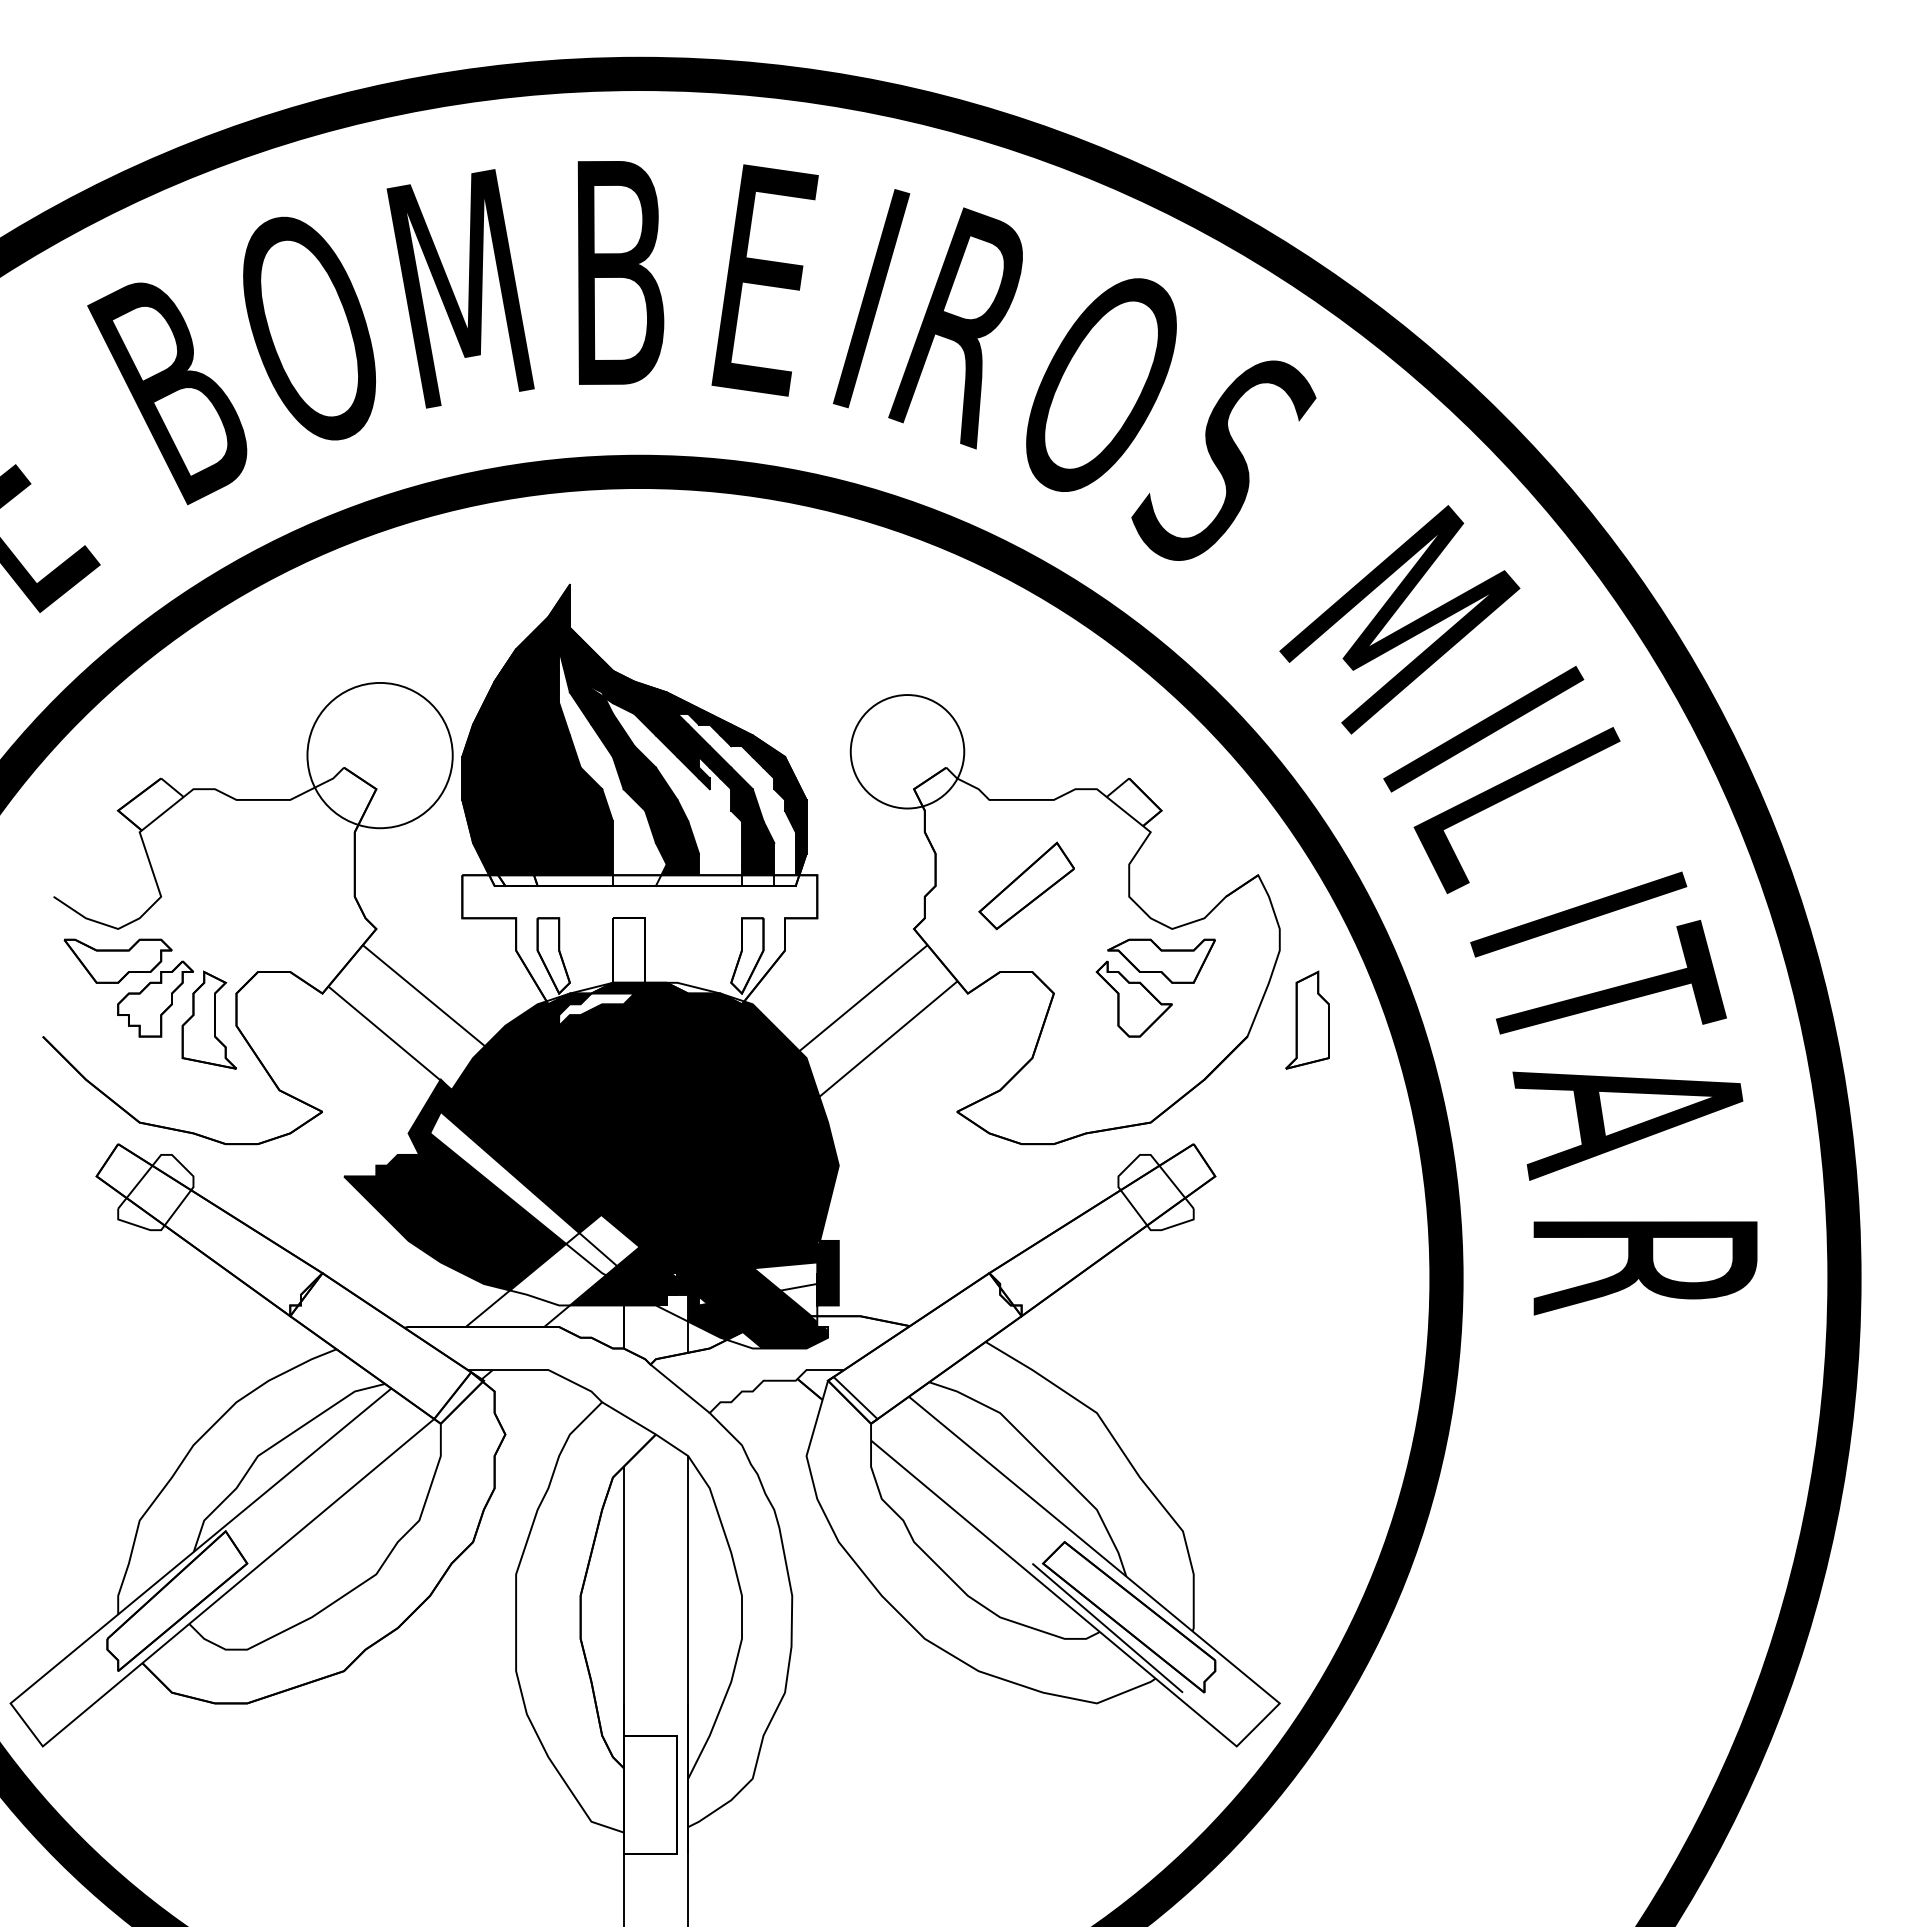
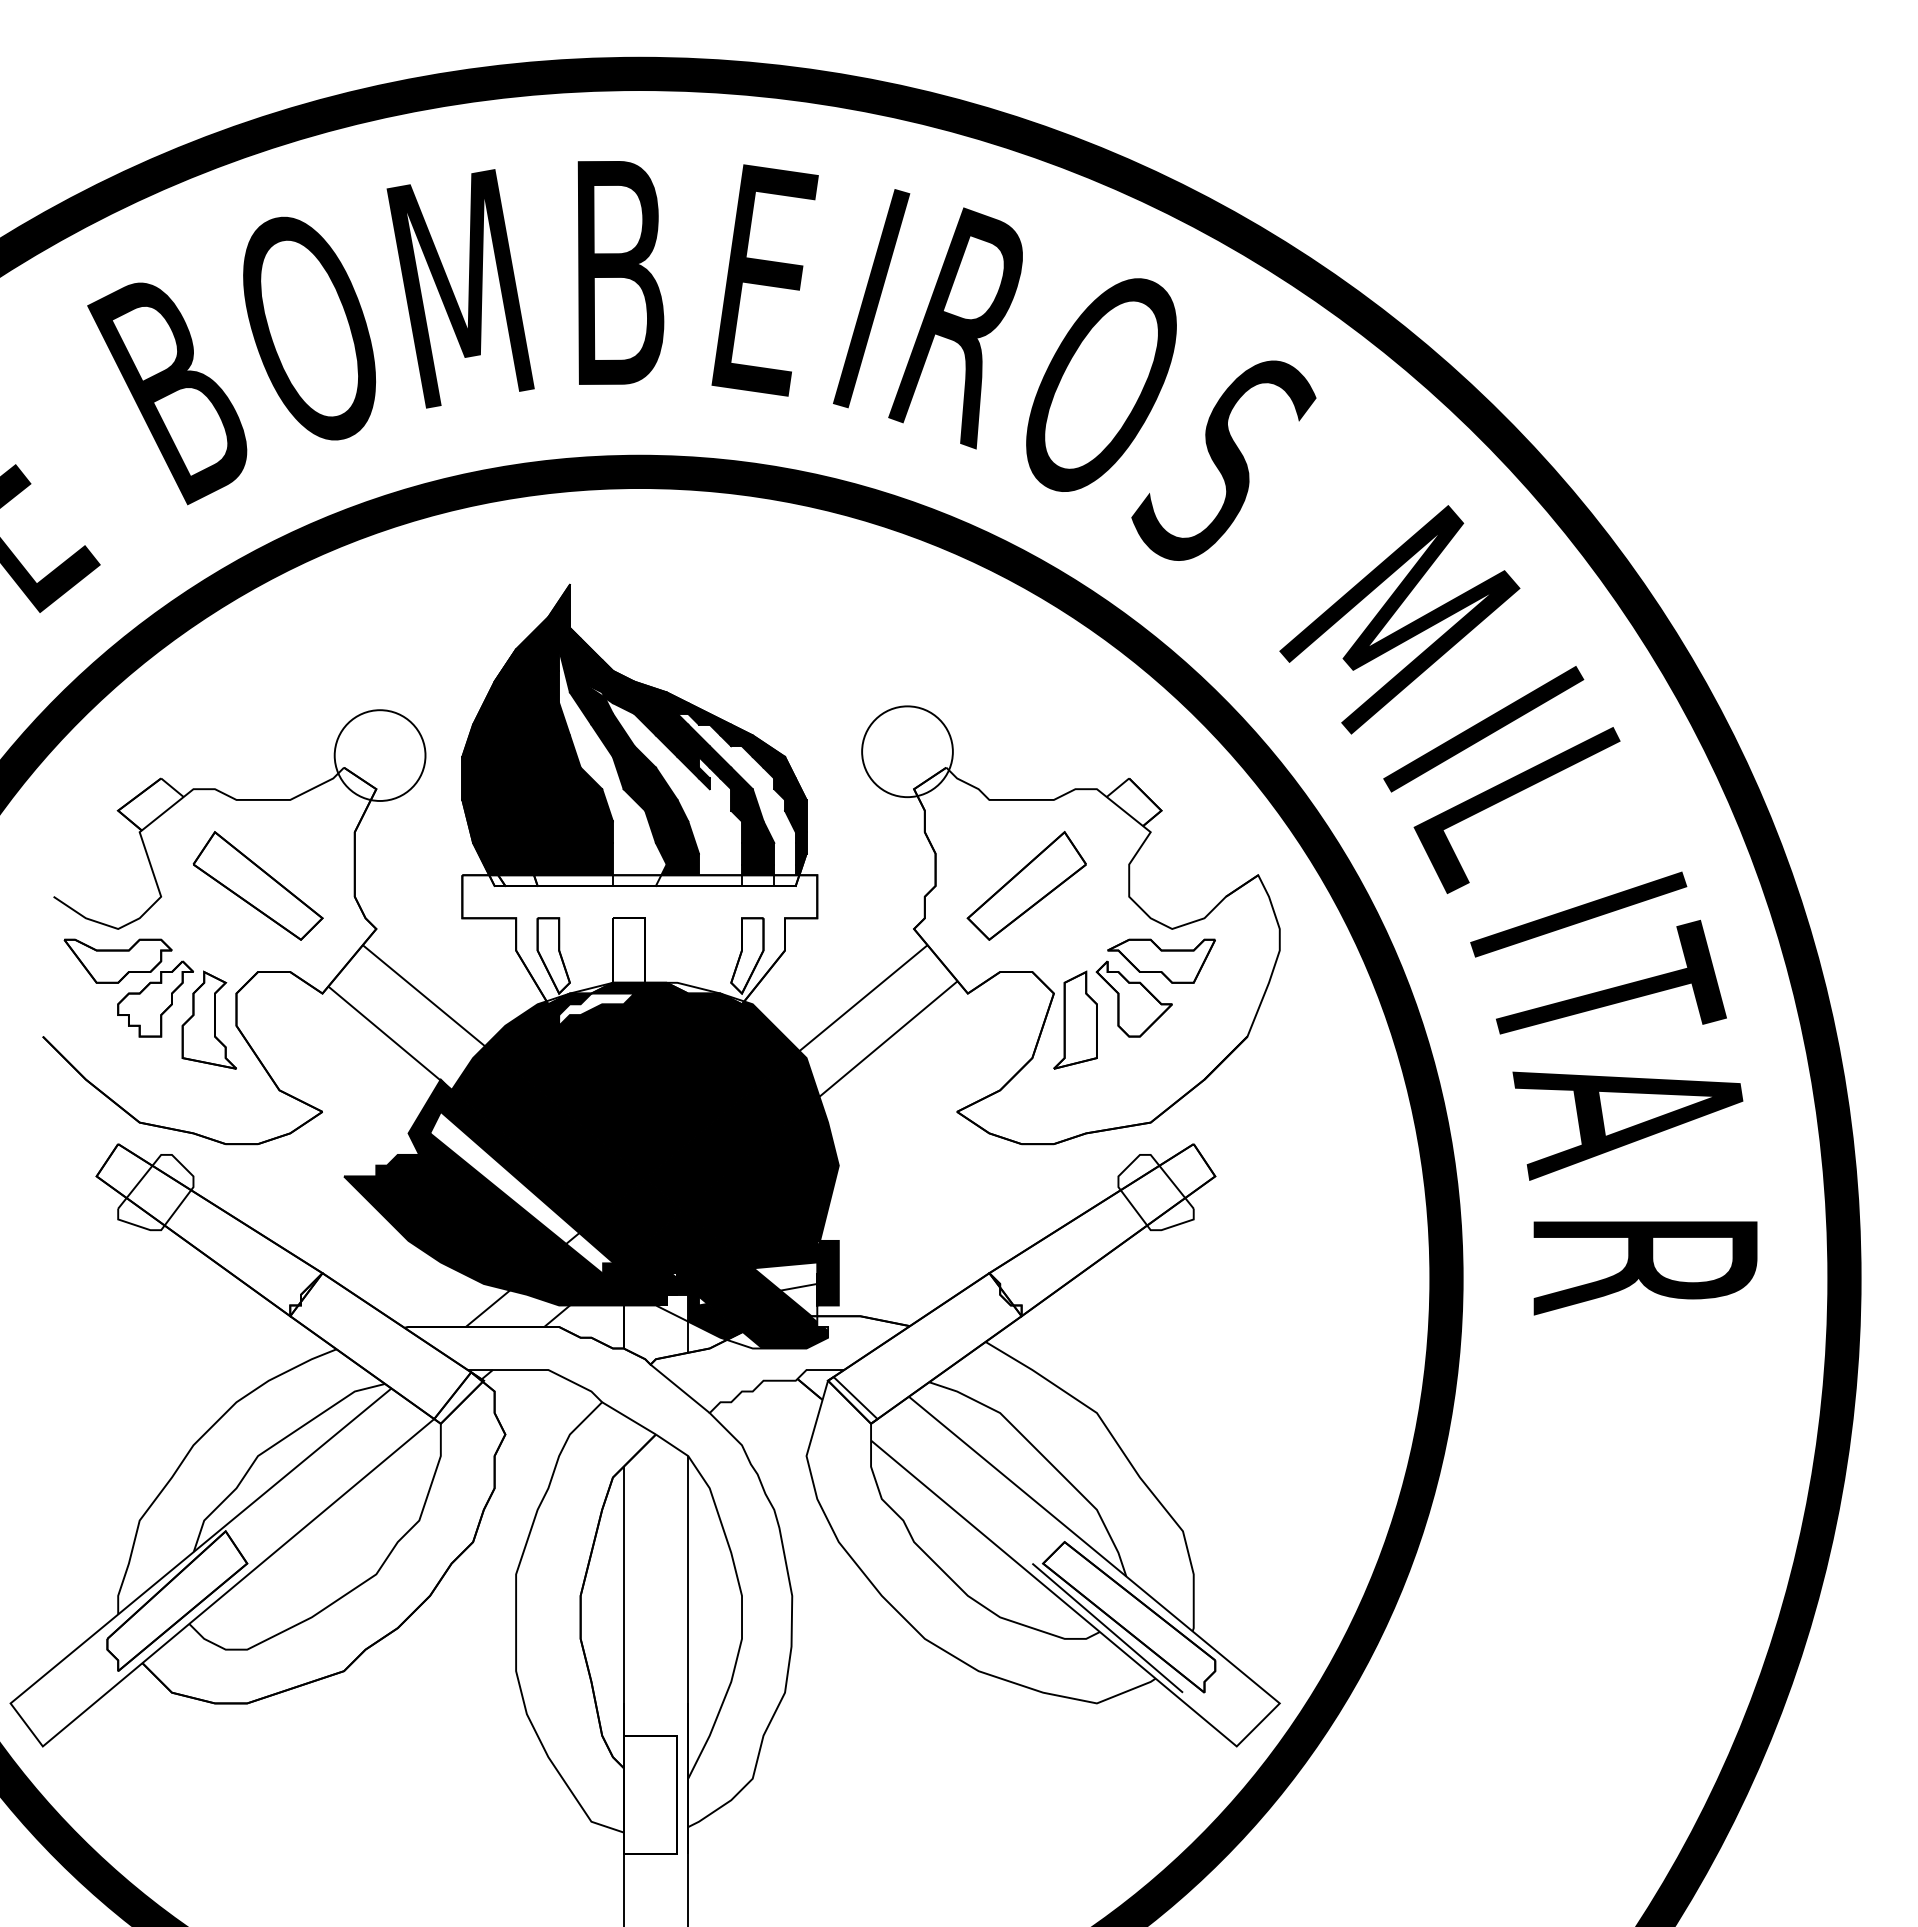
circle at (907, 751) diameter: 113 px -> 91 px
circle at (379, 755) diameter: 145 px -> 91 px
part at (257, 885): none -> present
part at (1026, 885) size: 97x90 px -> 121x110 px
part at (1307, 1019) position: (1307, 1019) -> (1075, 1019)
fill at (574, 1259): none -> present
